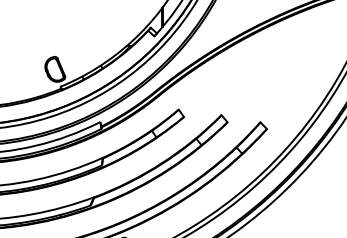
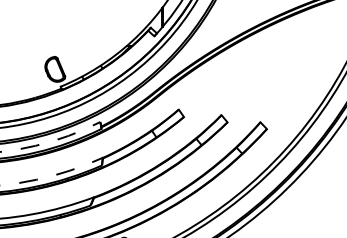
arc at (51, 141): solid -> dashed
arc at (52, 175): solid -> dashed
